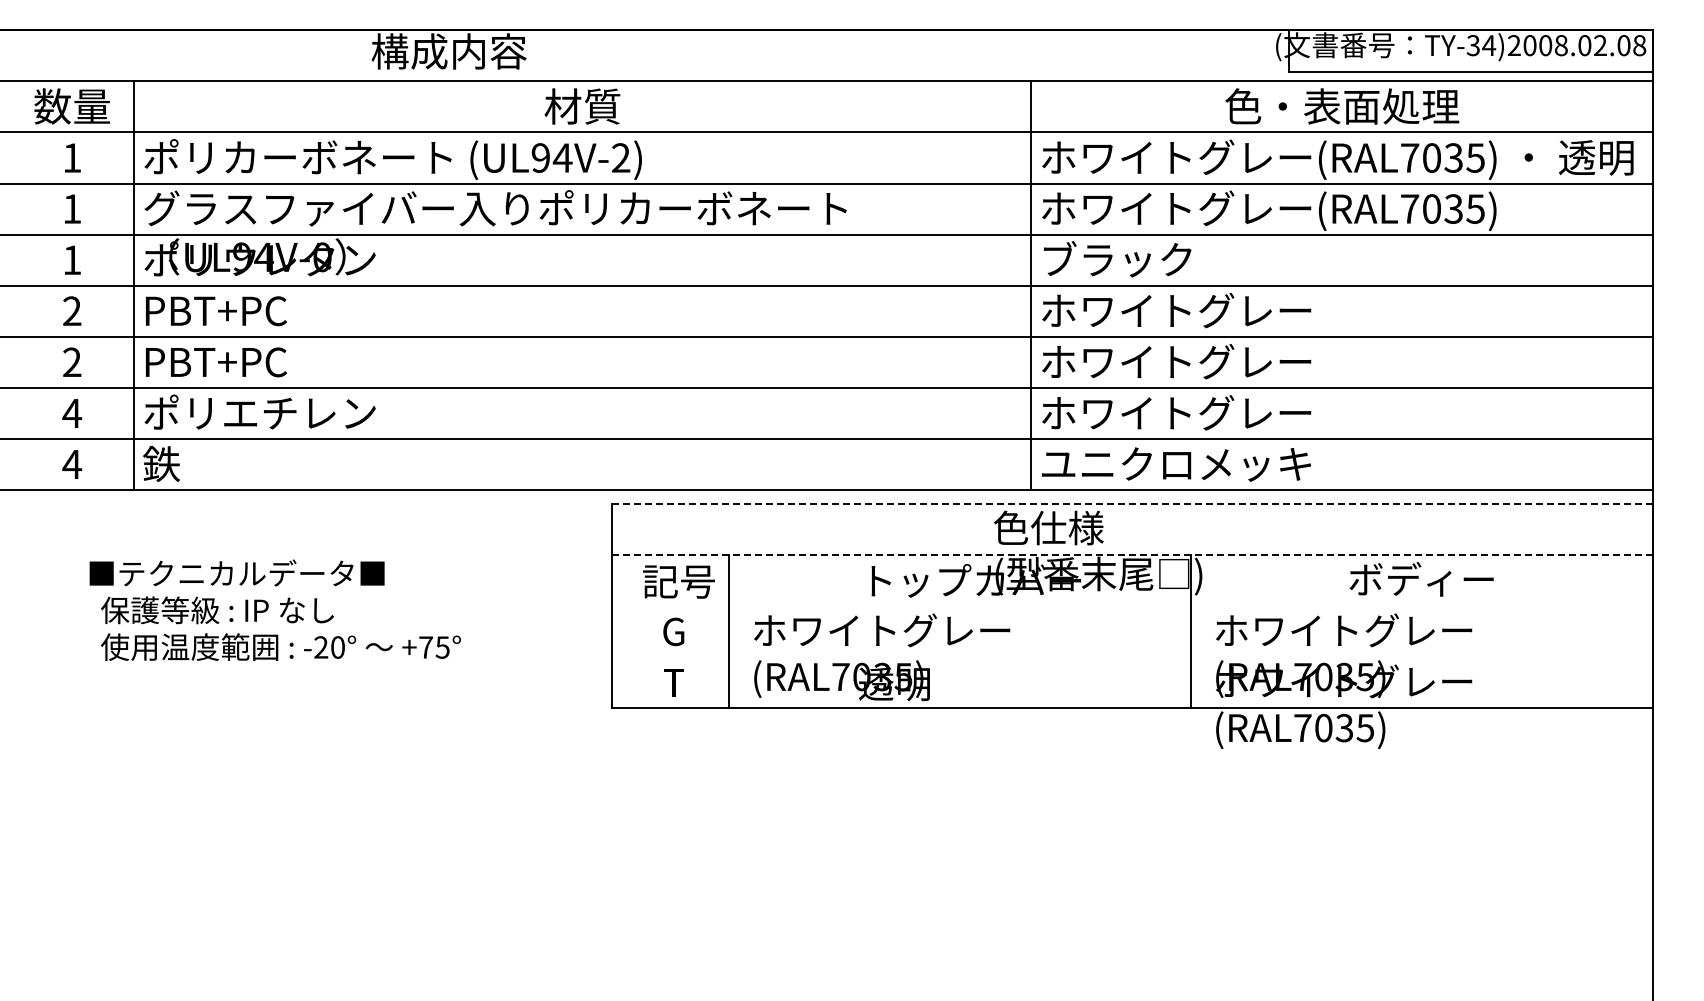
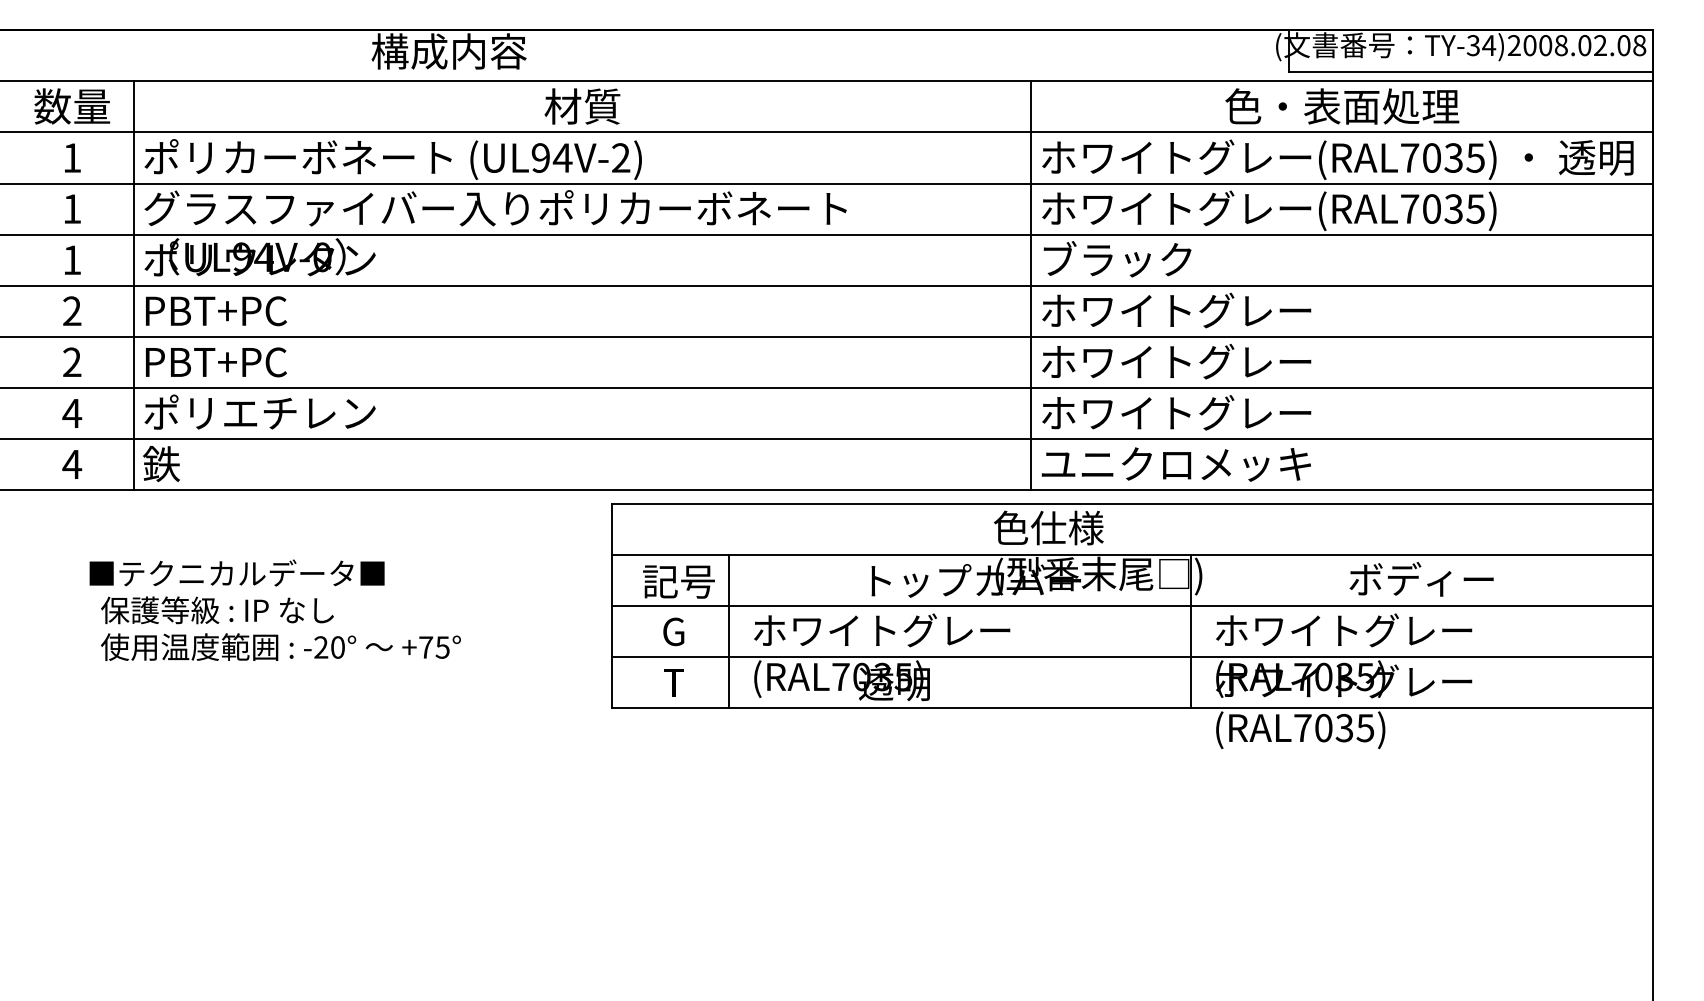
line at (1132, 503): dashed -> solid
line at (1132, 554): dashed -> solid
line at (1131, 606): none -> present
line at (1131, 657): none -> present
